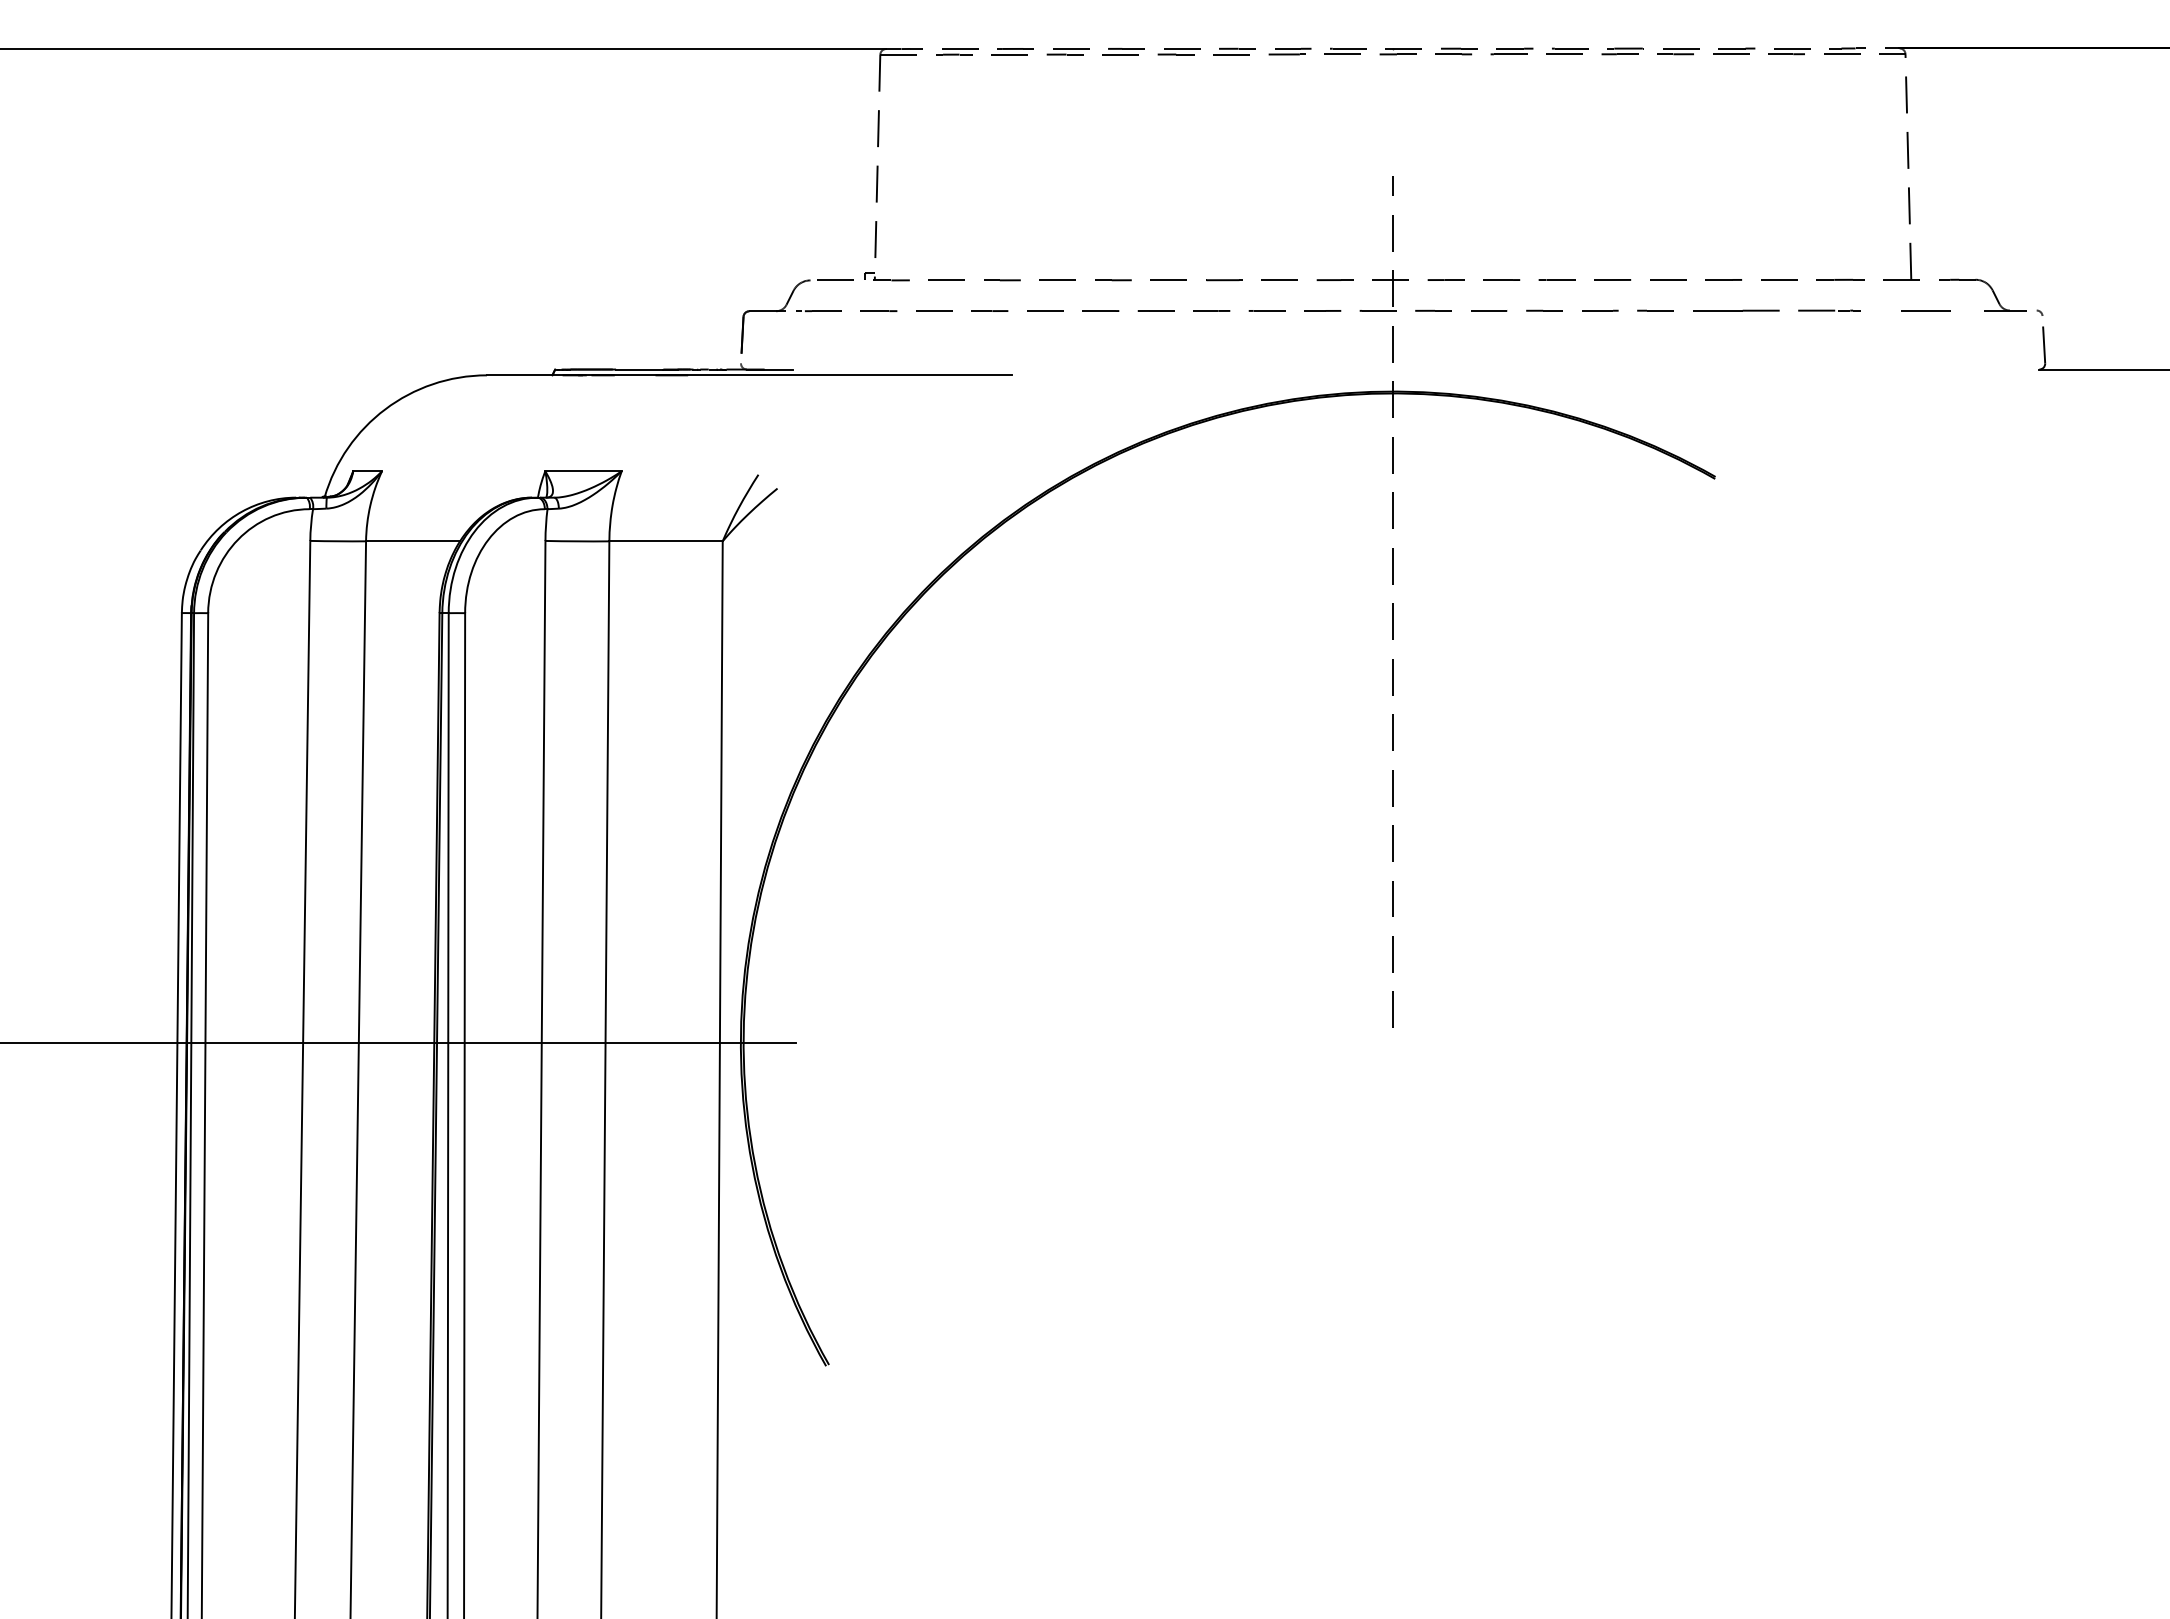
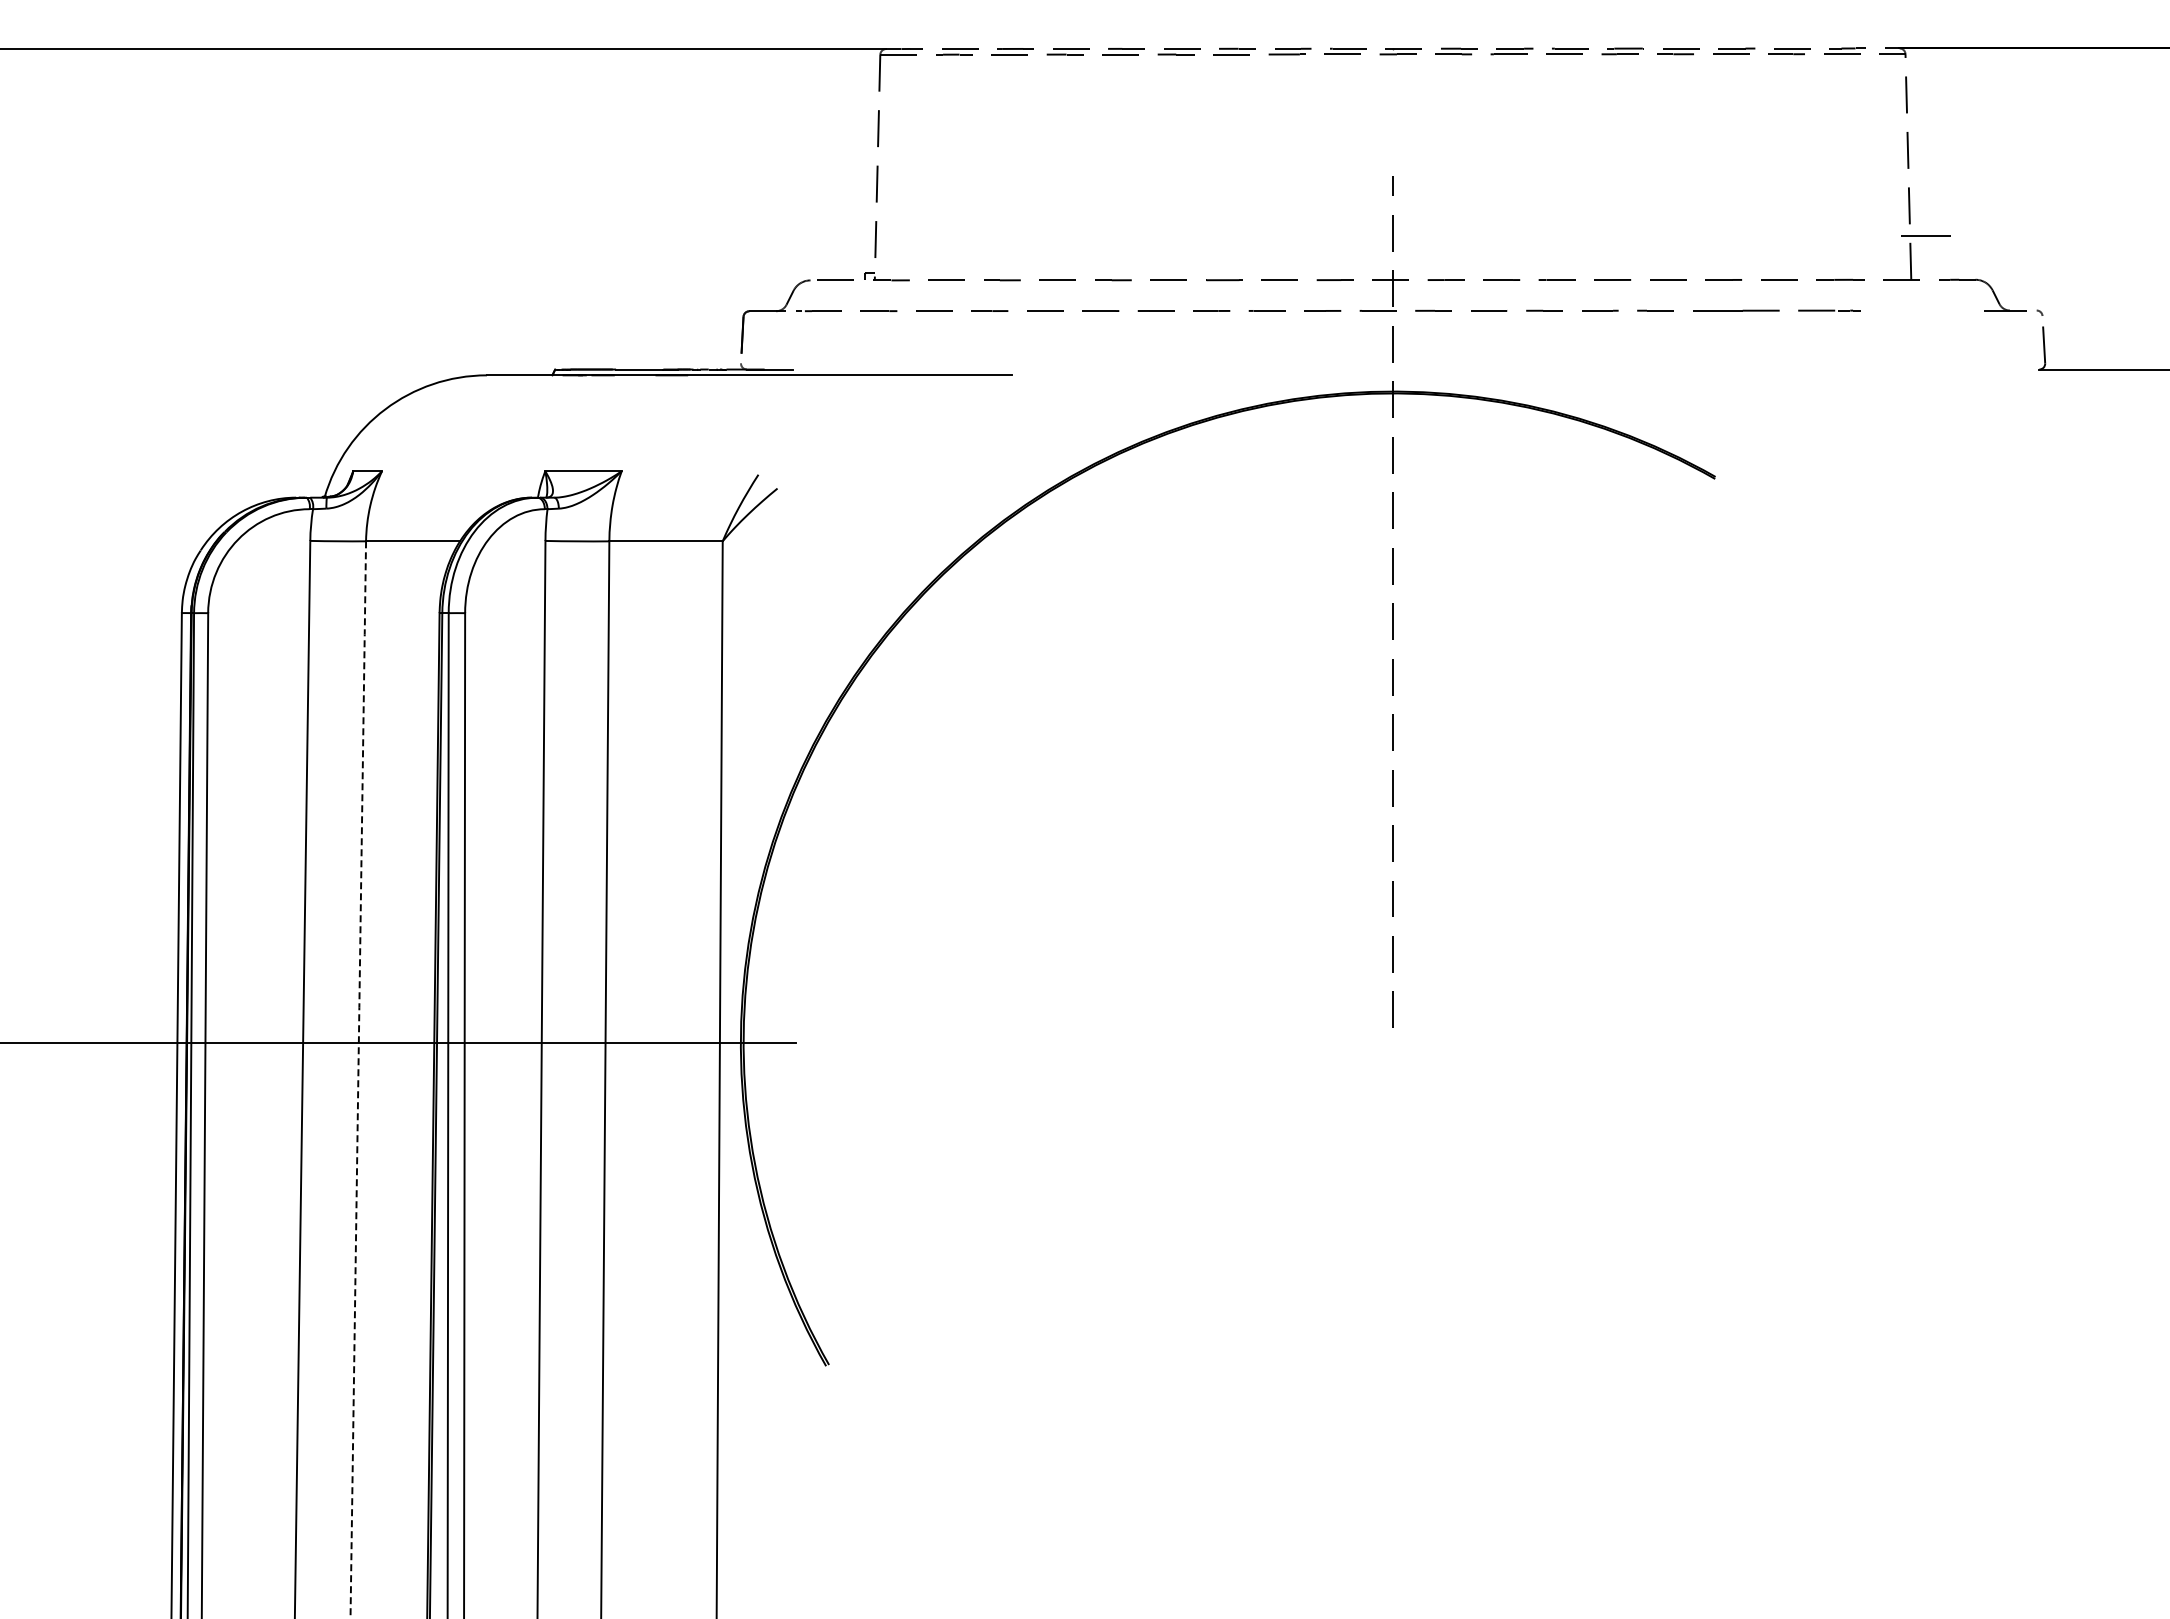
line at (1925, 310) position: (1925, 310) -> (1925, 235)
line at (358, 1079): solid -> dashed
